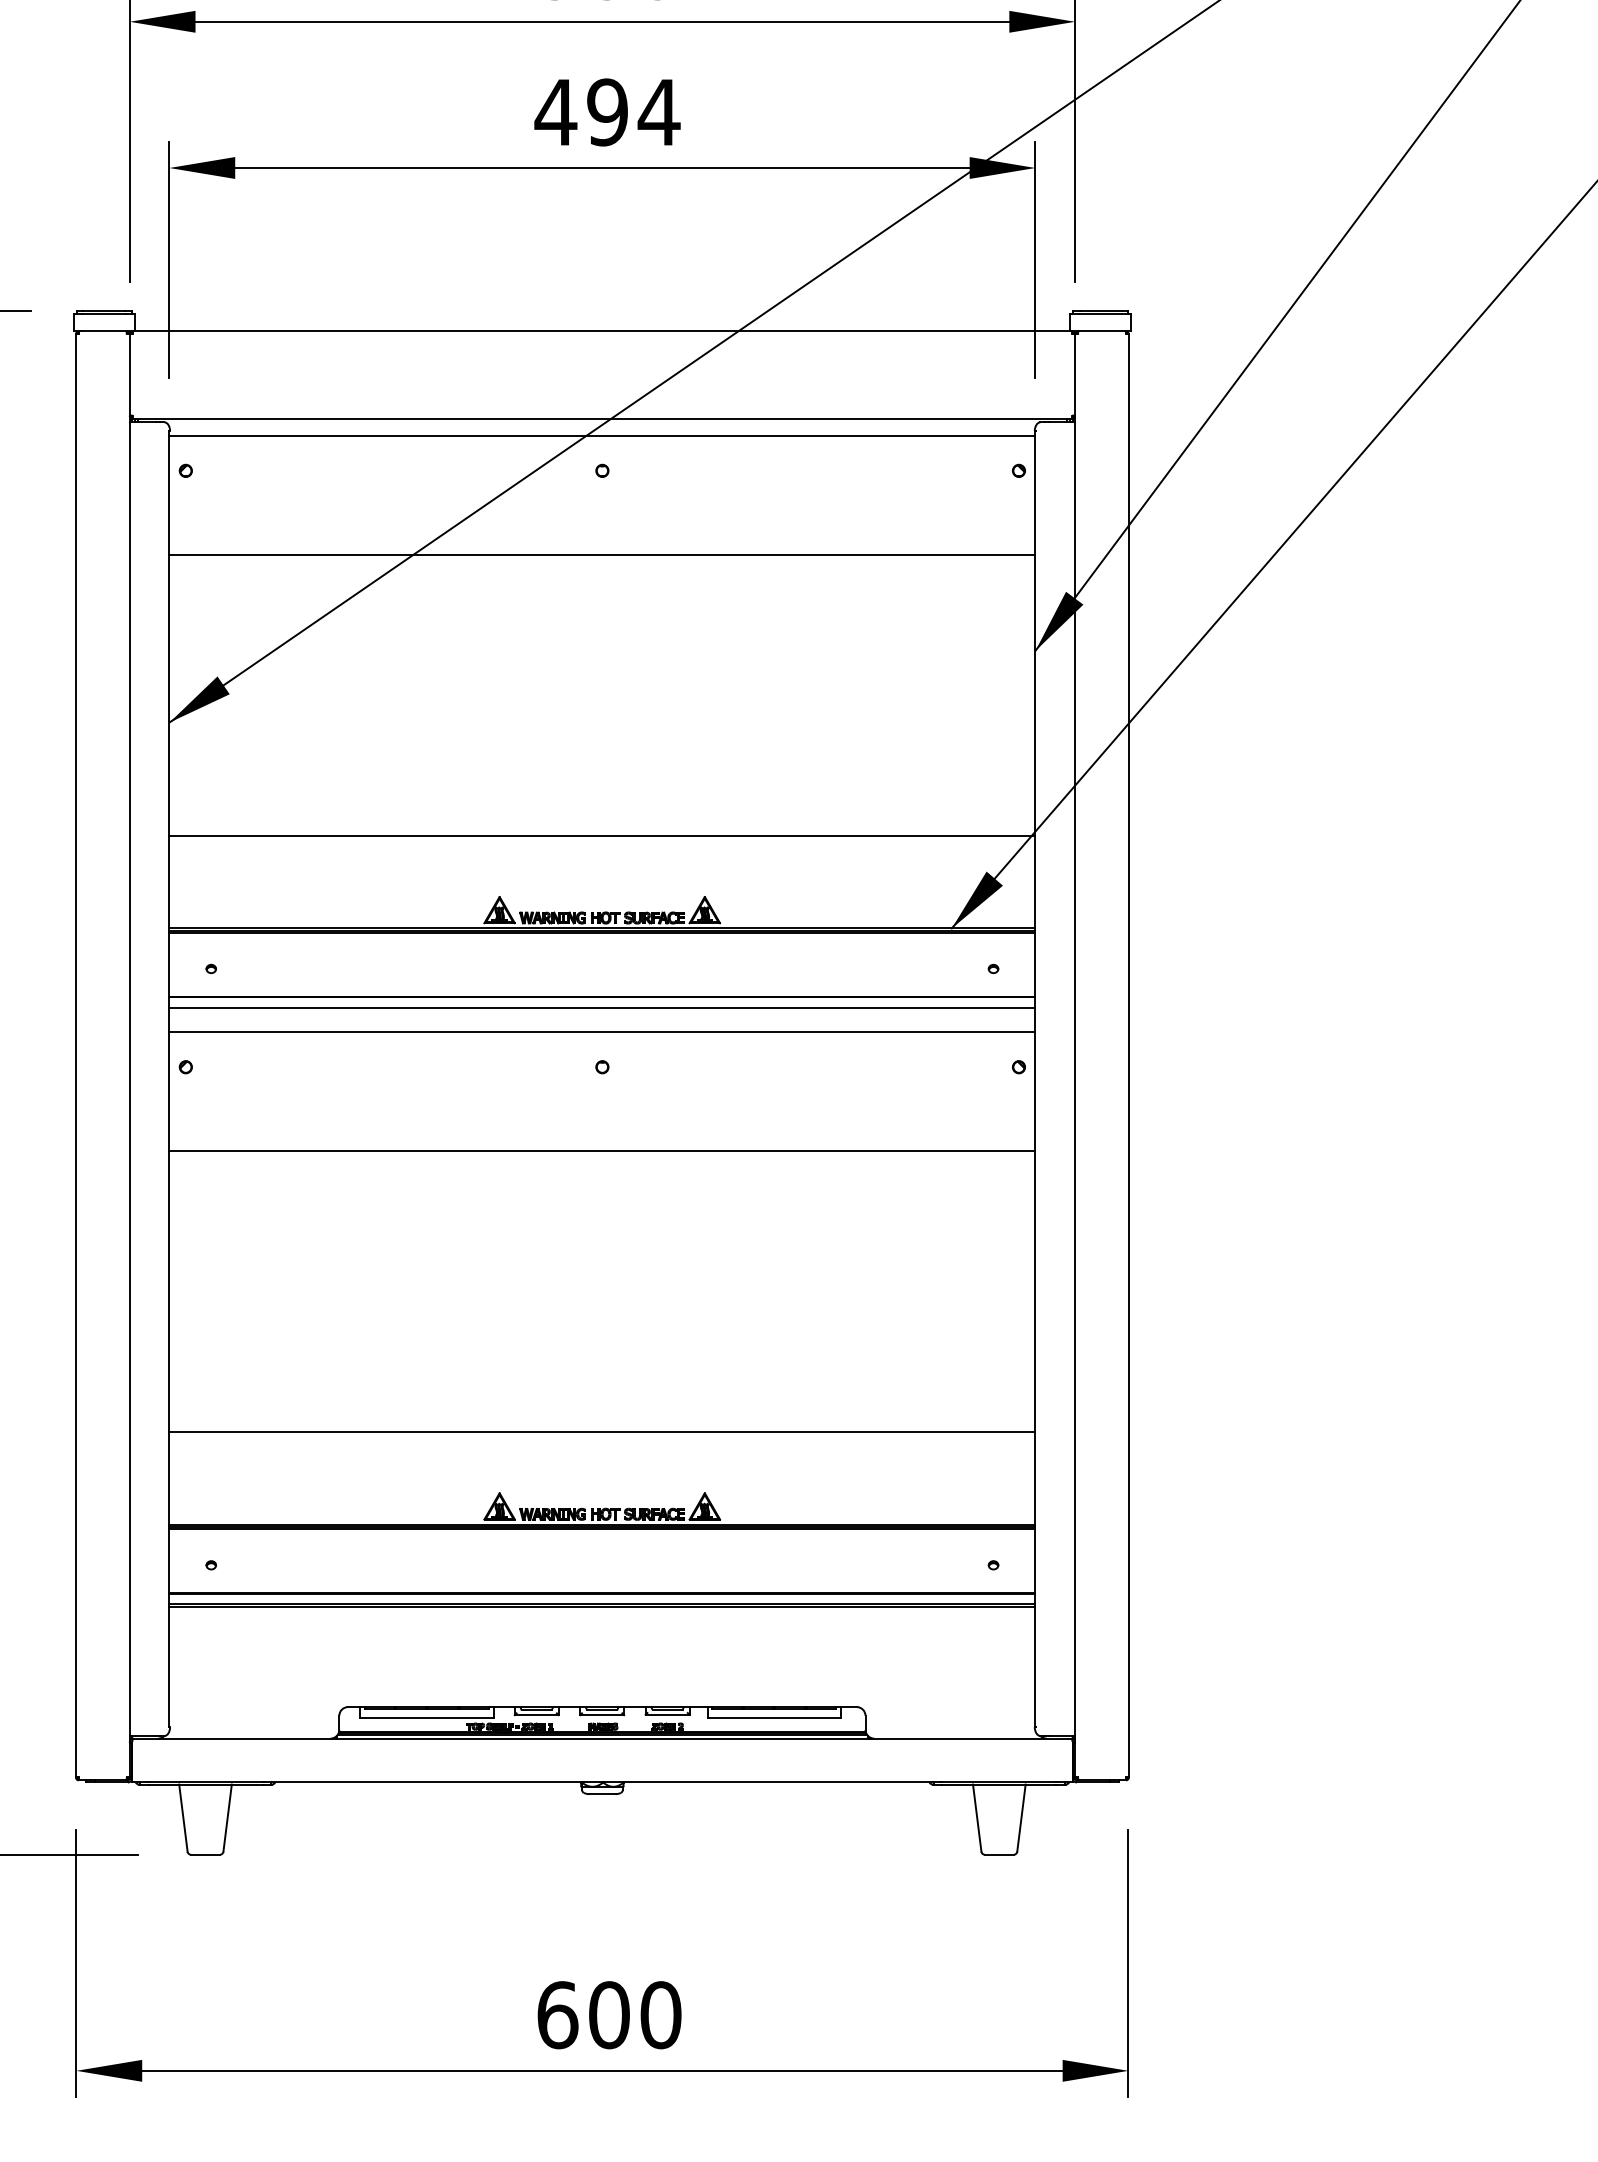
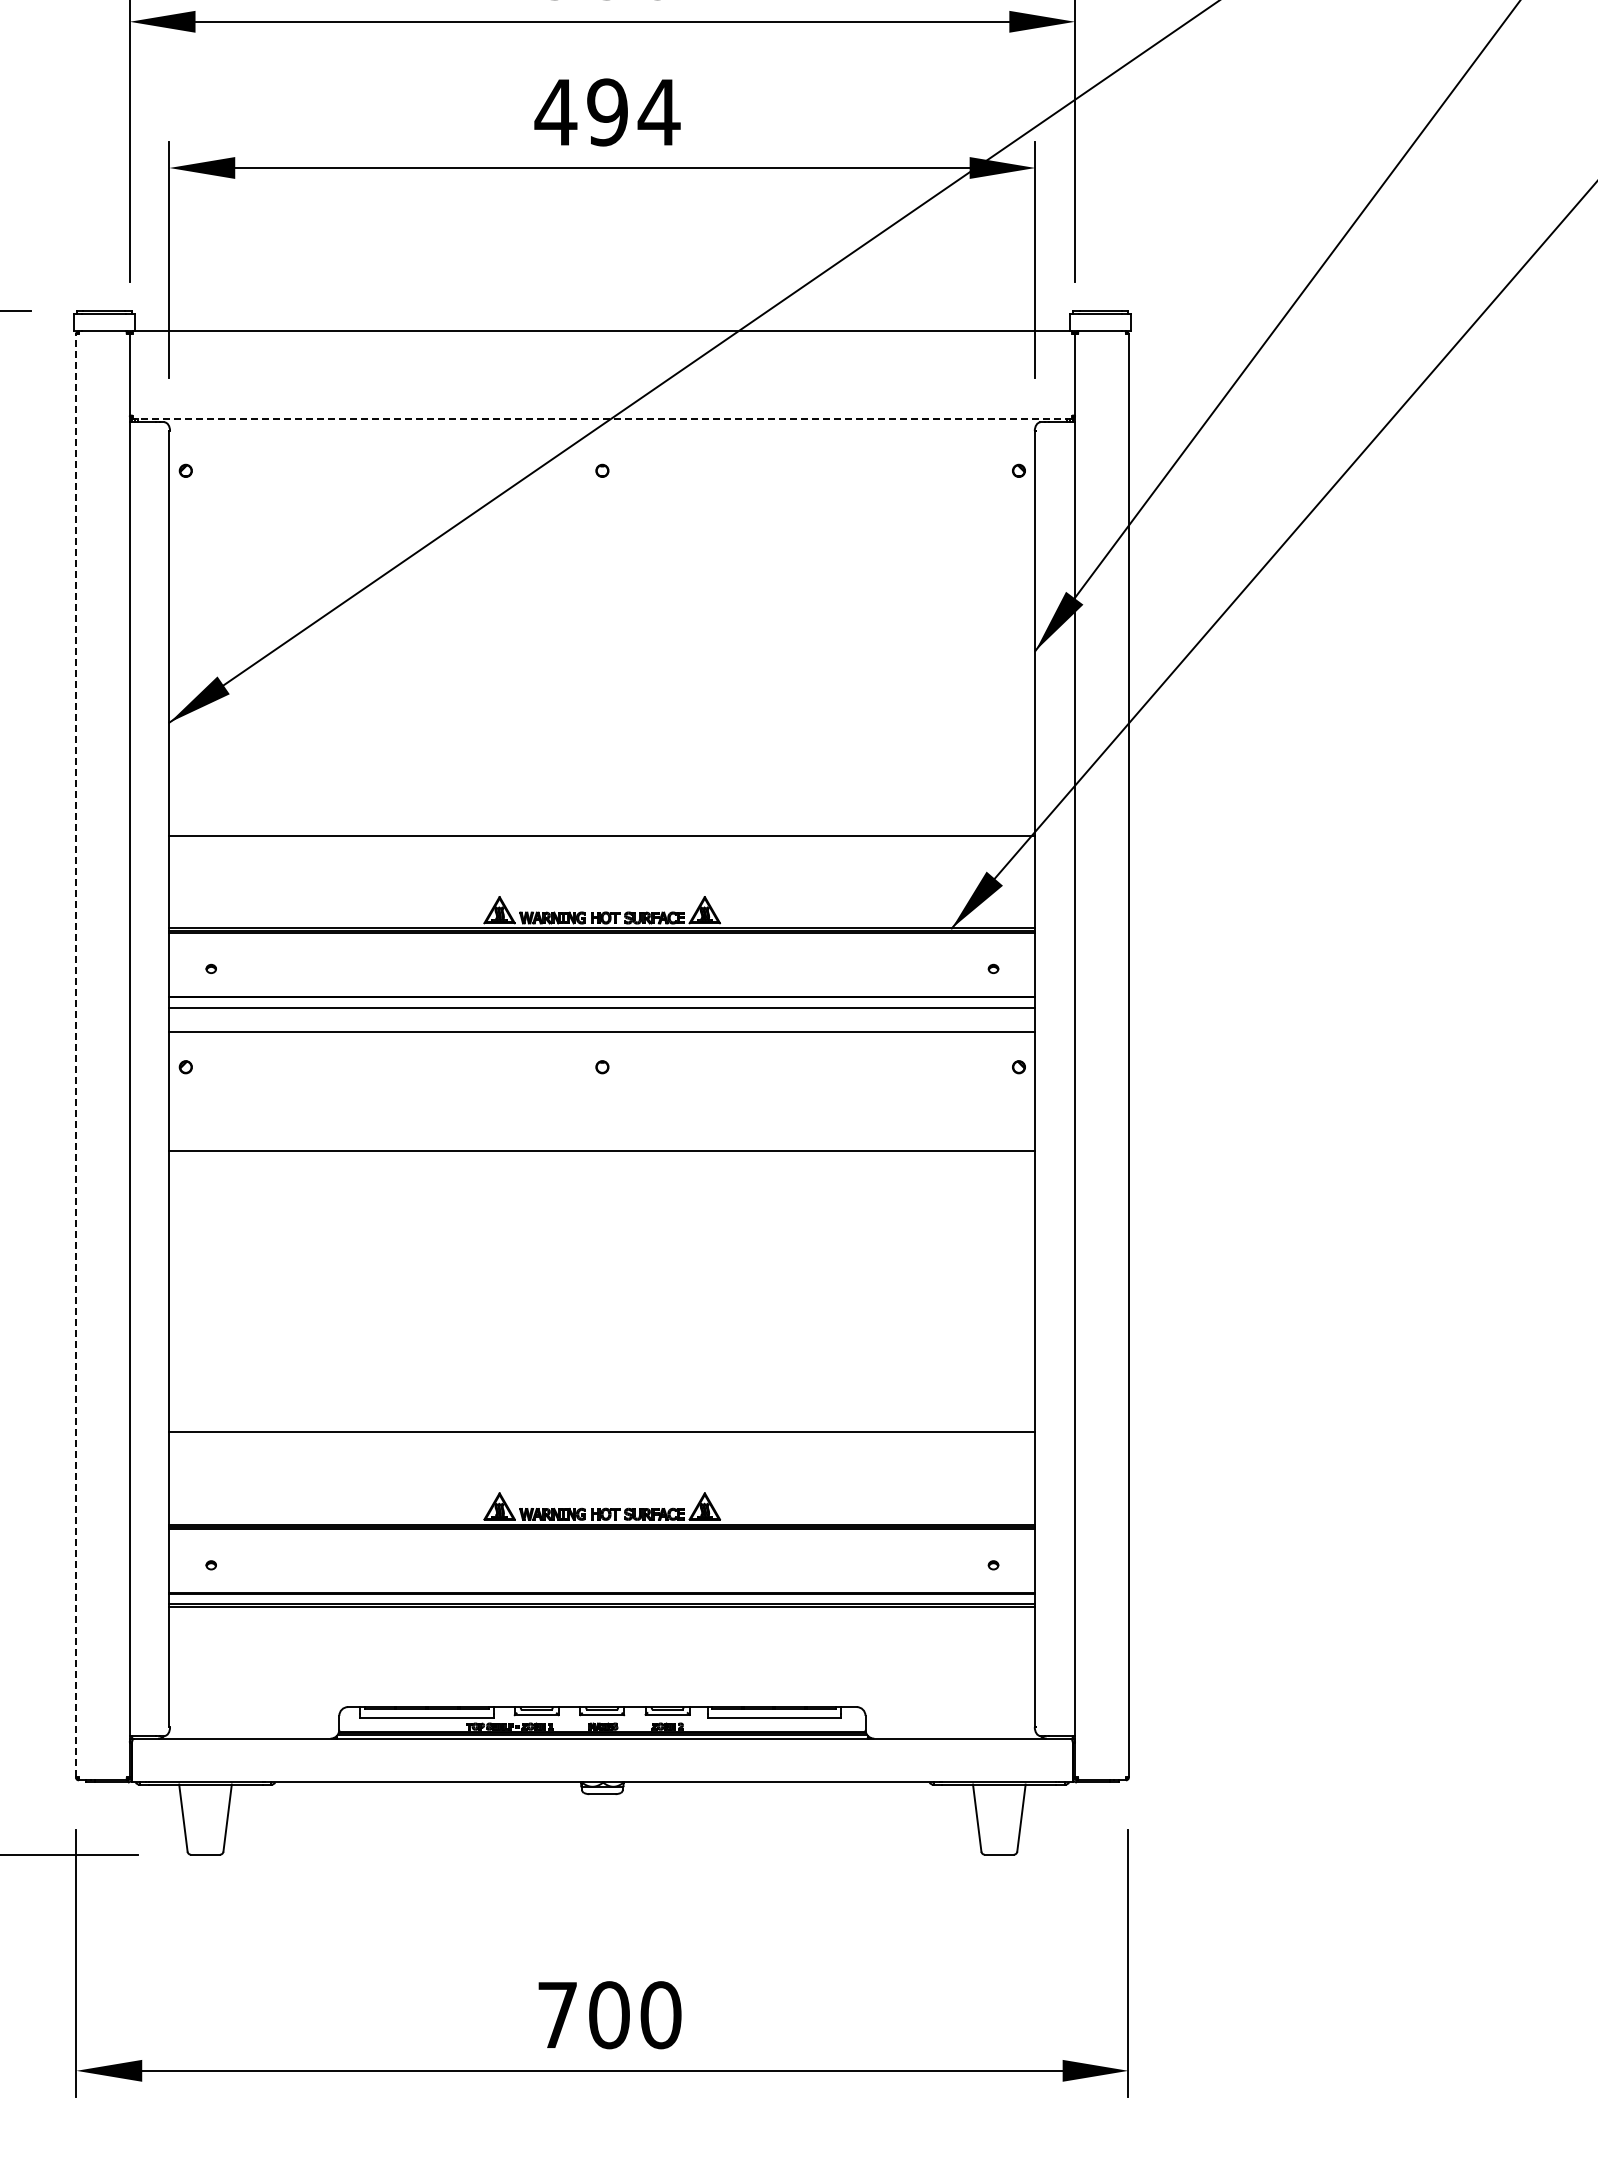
line at (602, 418): solid -> dashed
line at (602, 435): present -> none
line at (602, 555): present -> none
line at (75, 1055): solid -> dashed
text at (557, 2015): 600 -> 700
